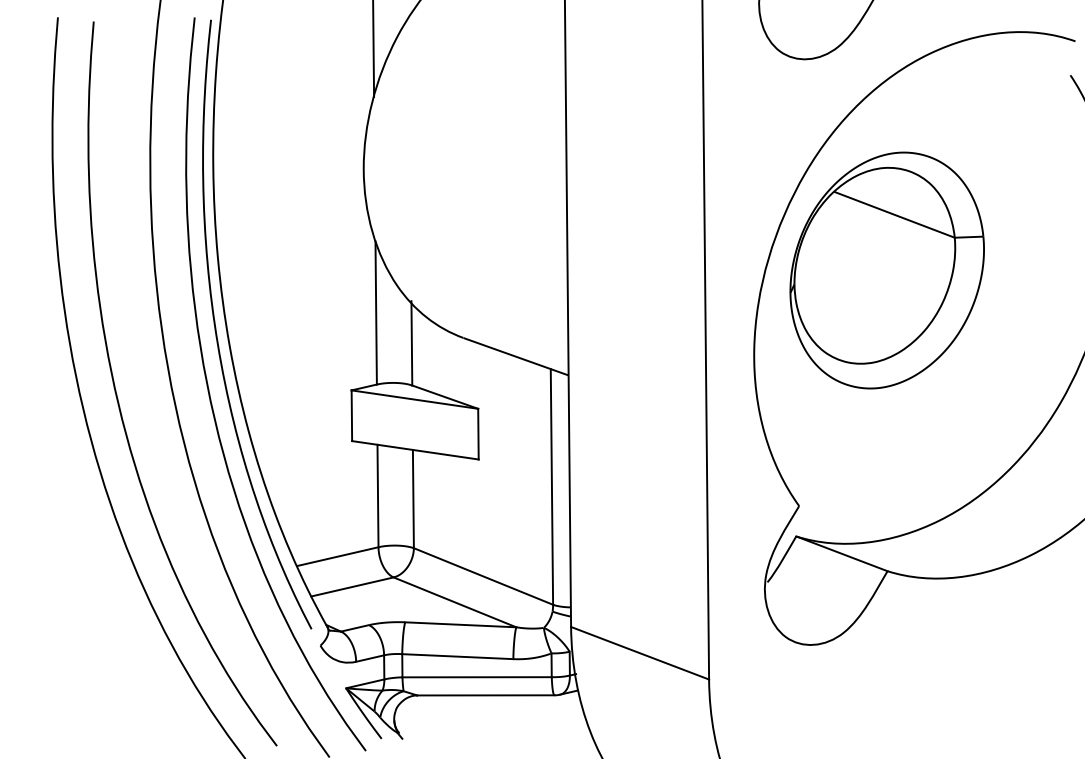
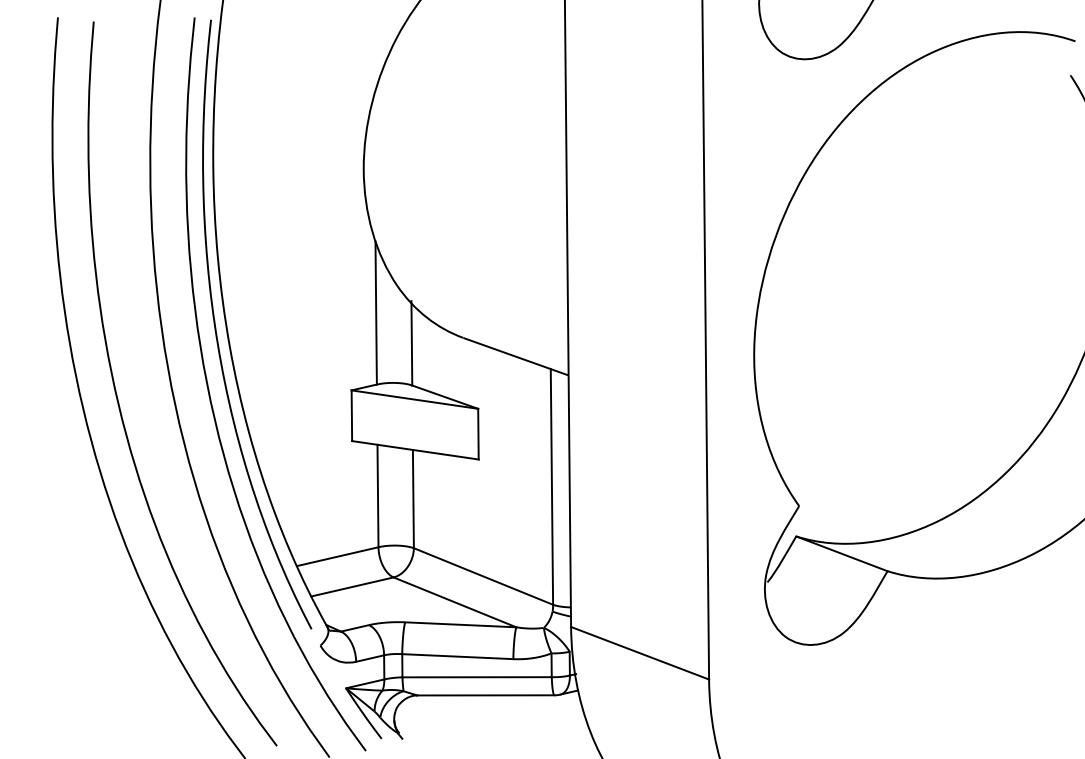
line at (373, 49): present -> none
part at (886, 270): present -> none
